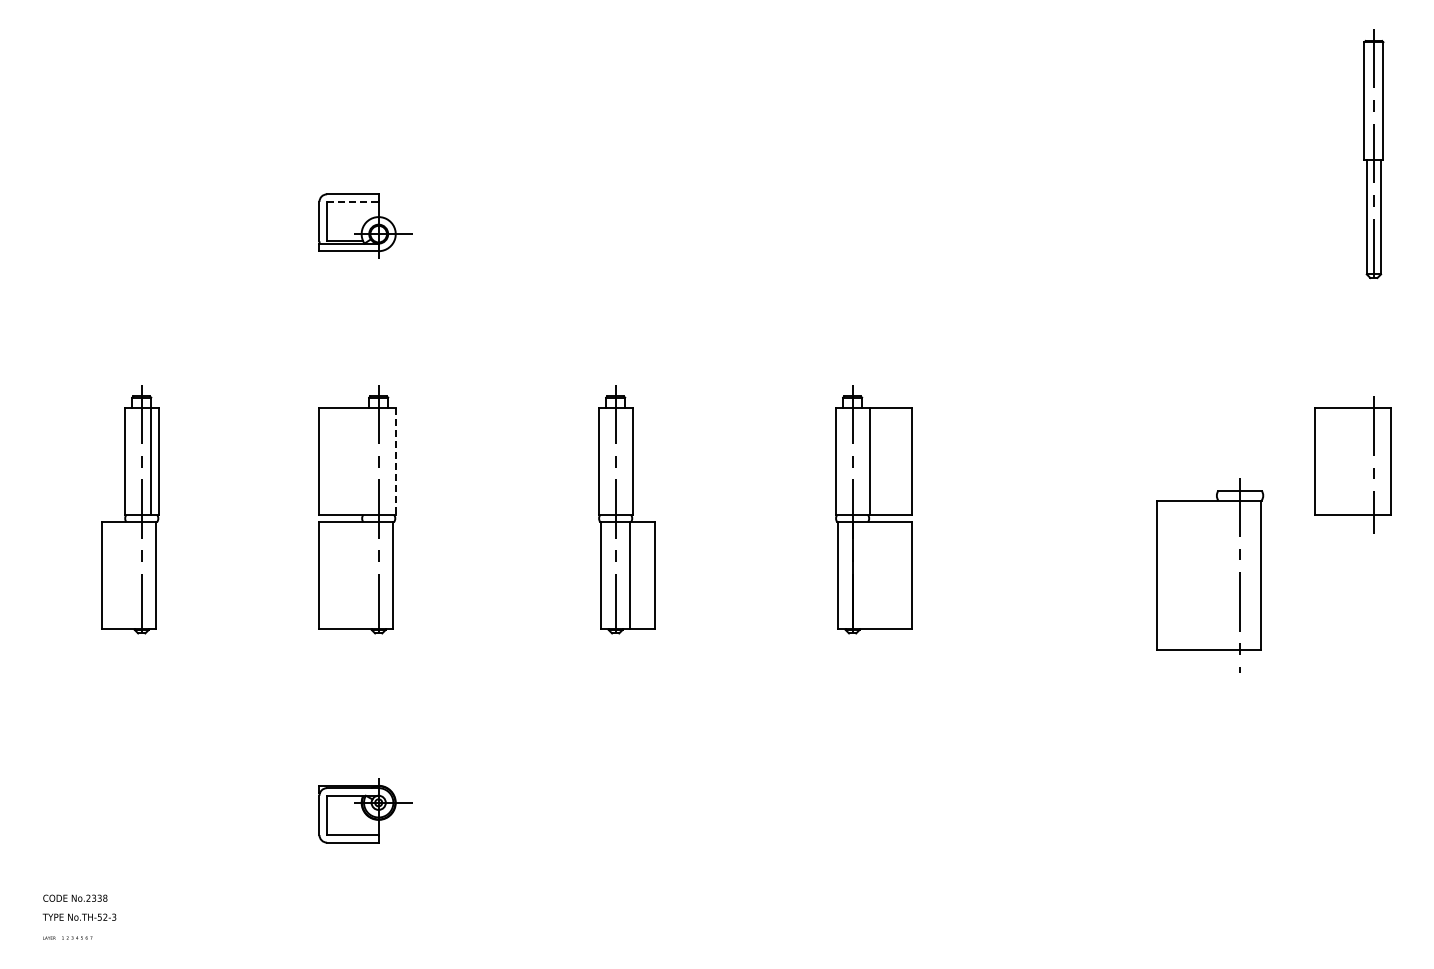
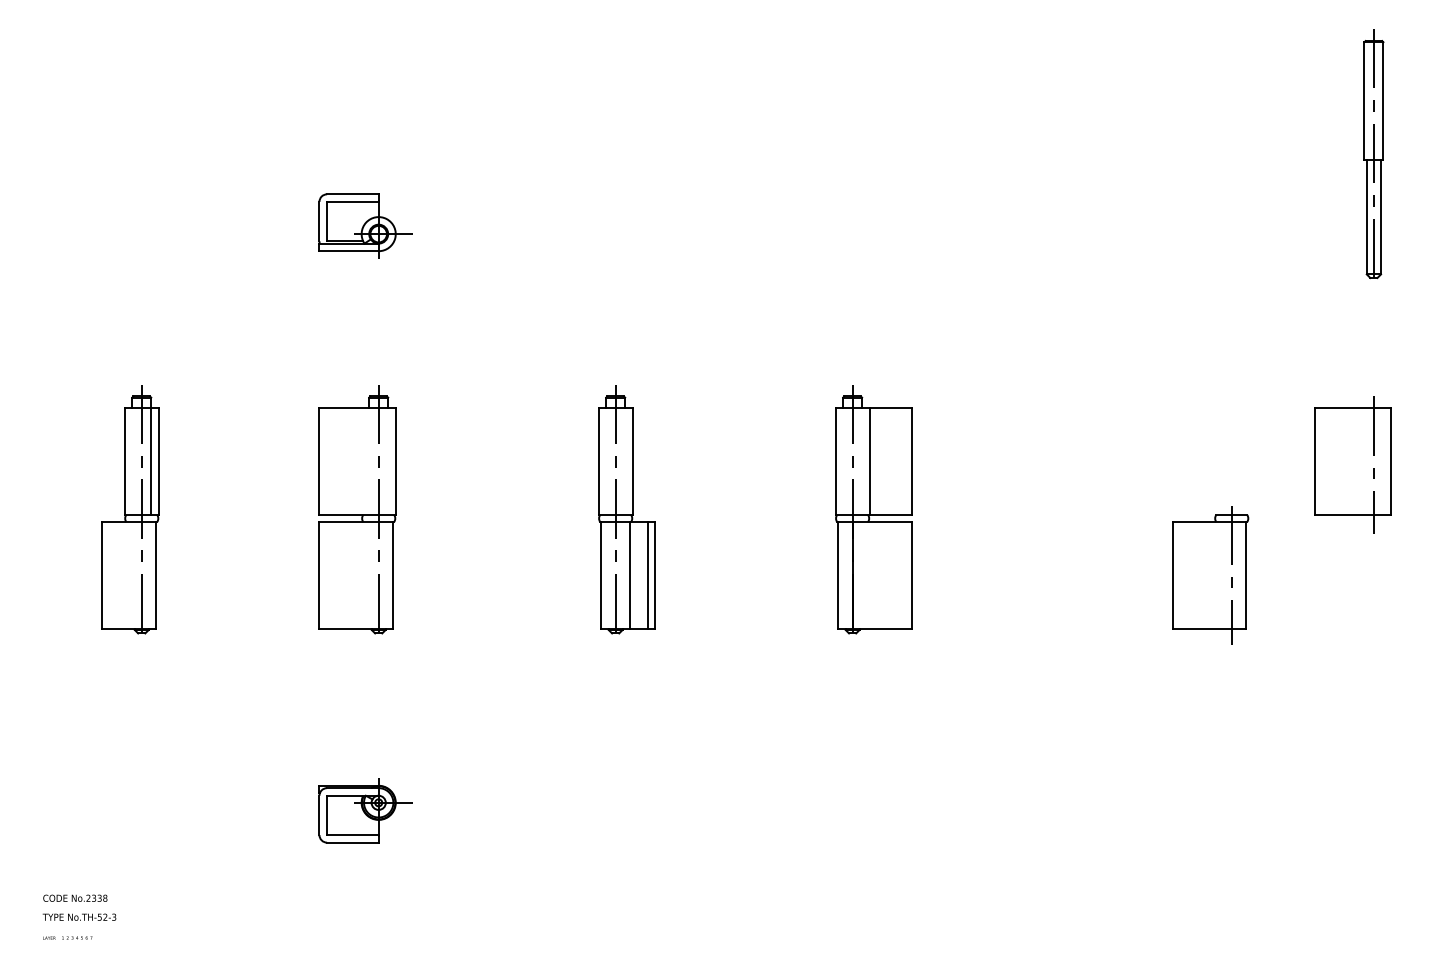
line at (352, 201): dashed -> solid
line at (395, 462): dashed -> solid
line at (647, 575): none -> present
part at (1210, 575) size: 109x195 px -> 78x139 px
